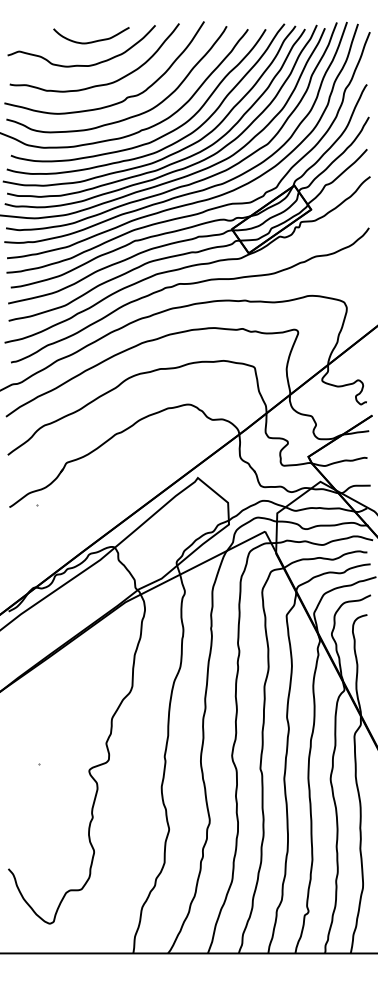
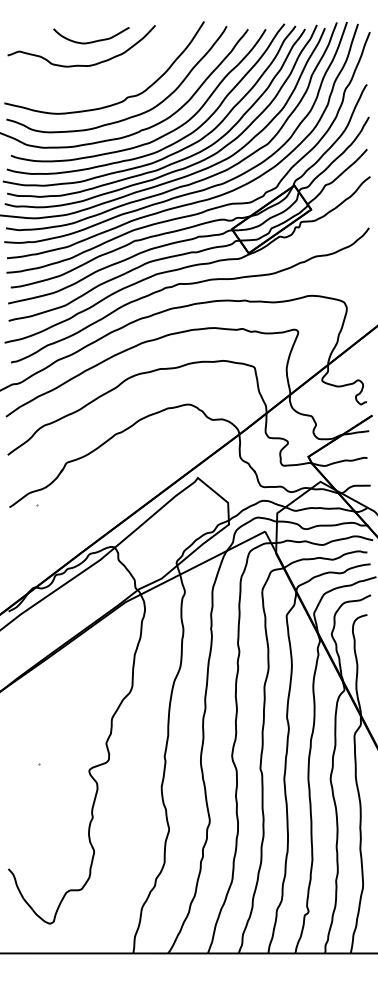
curve at (98, 84): present -> none
